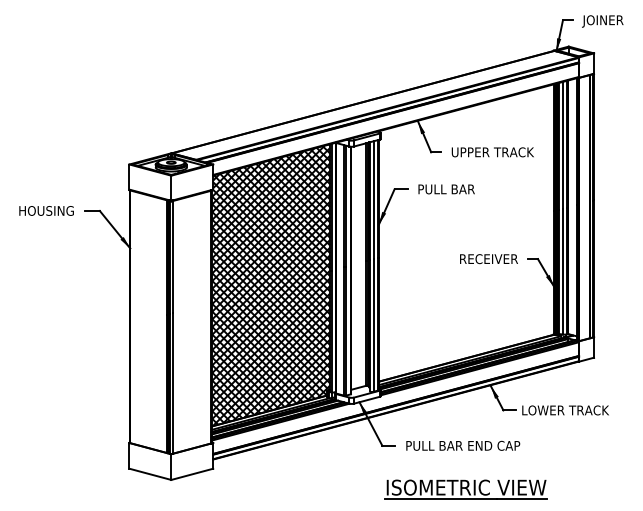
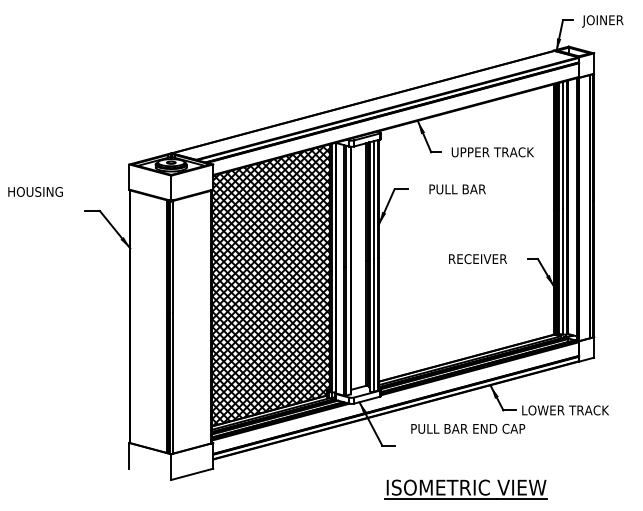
text at (446, 189) position: (446, 189) -> (457, 189)
text at (46, 210) position: (46, 210) -> (35, 191)
text at (488, 259) position: (488, 259) -> (477, 259)
text at (463, 445) position: (463, 445) -> (468, 428)
line at (150, 473): present -> none
